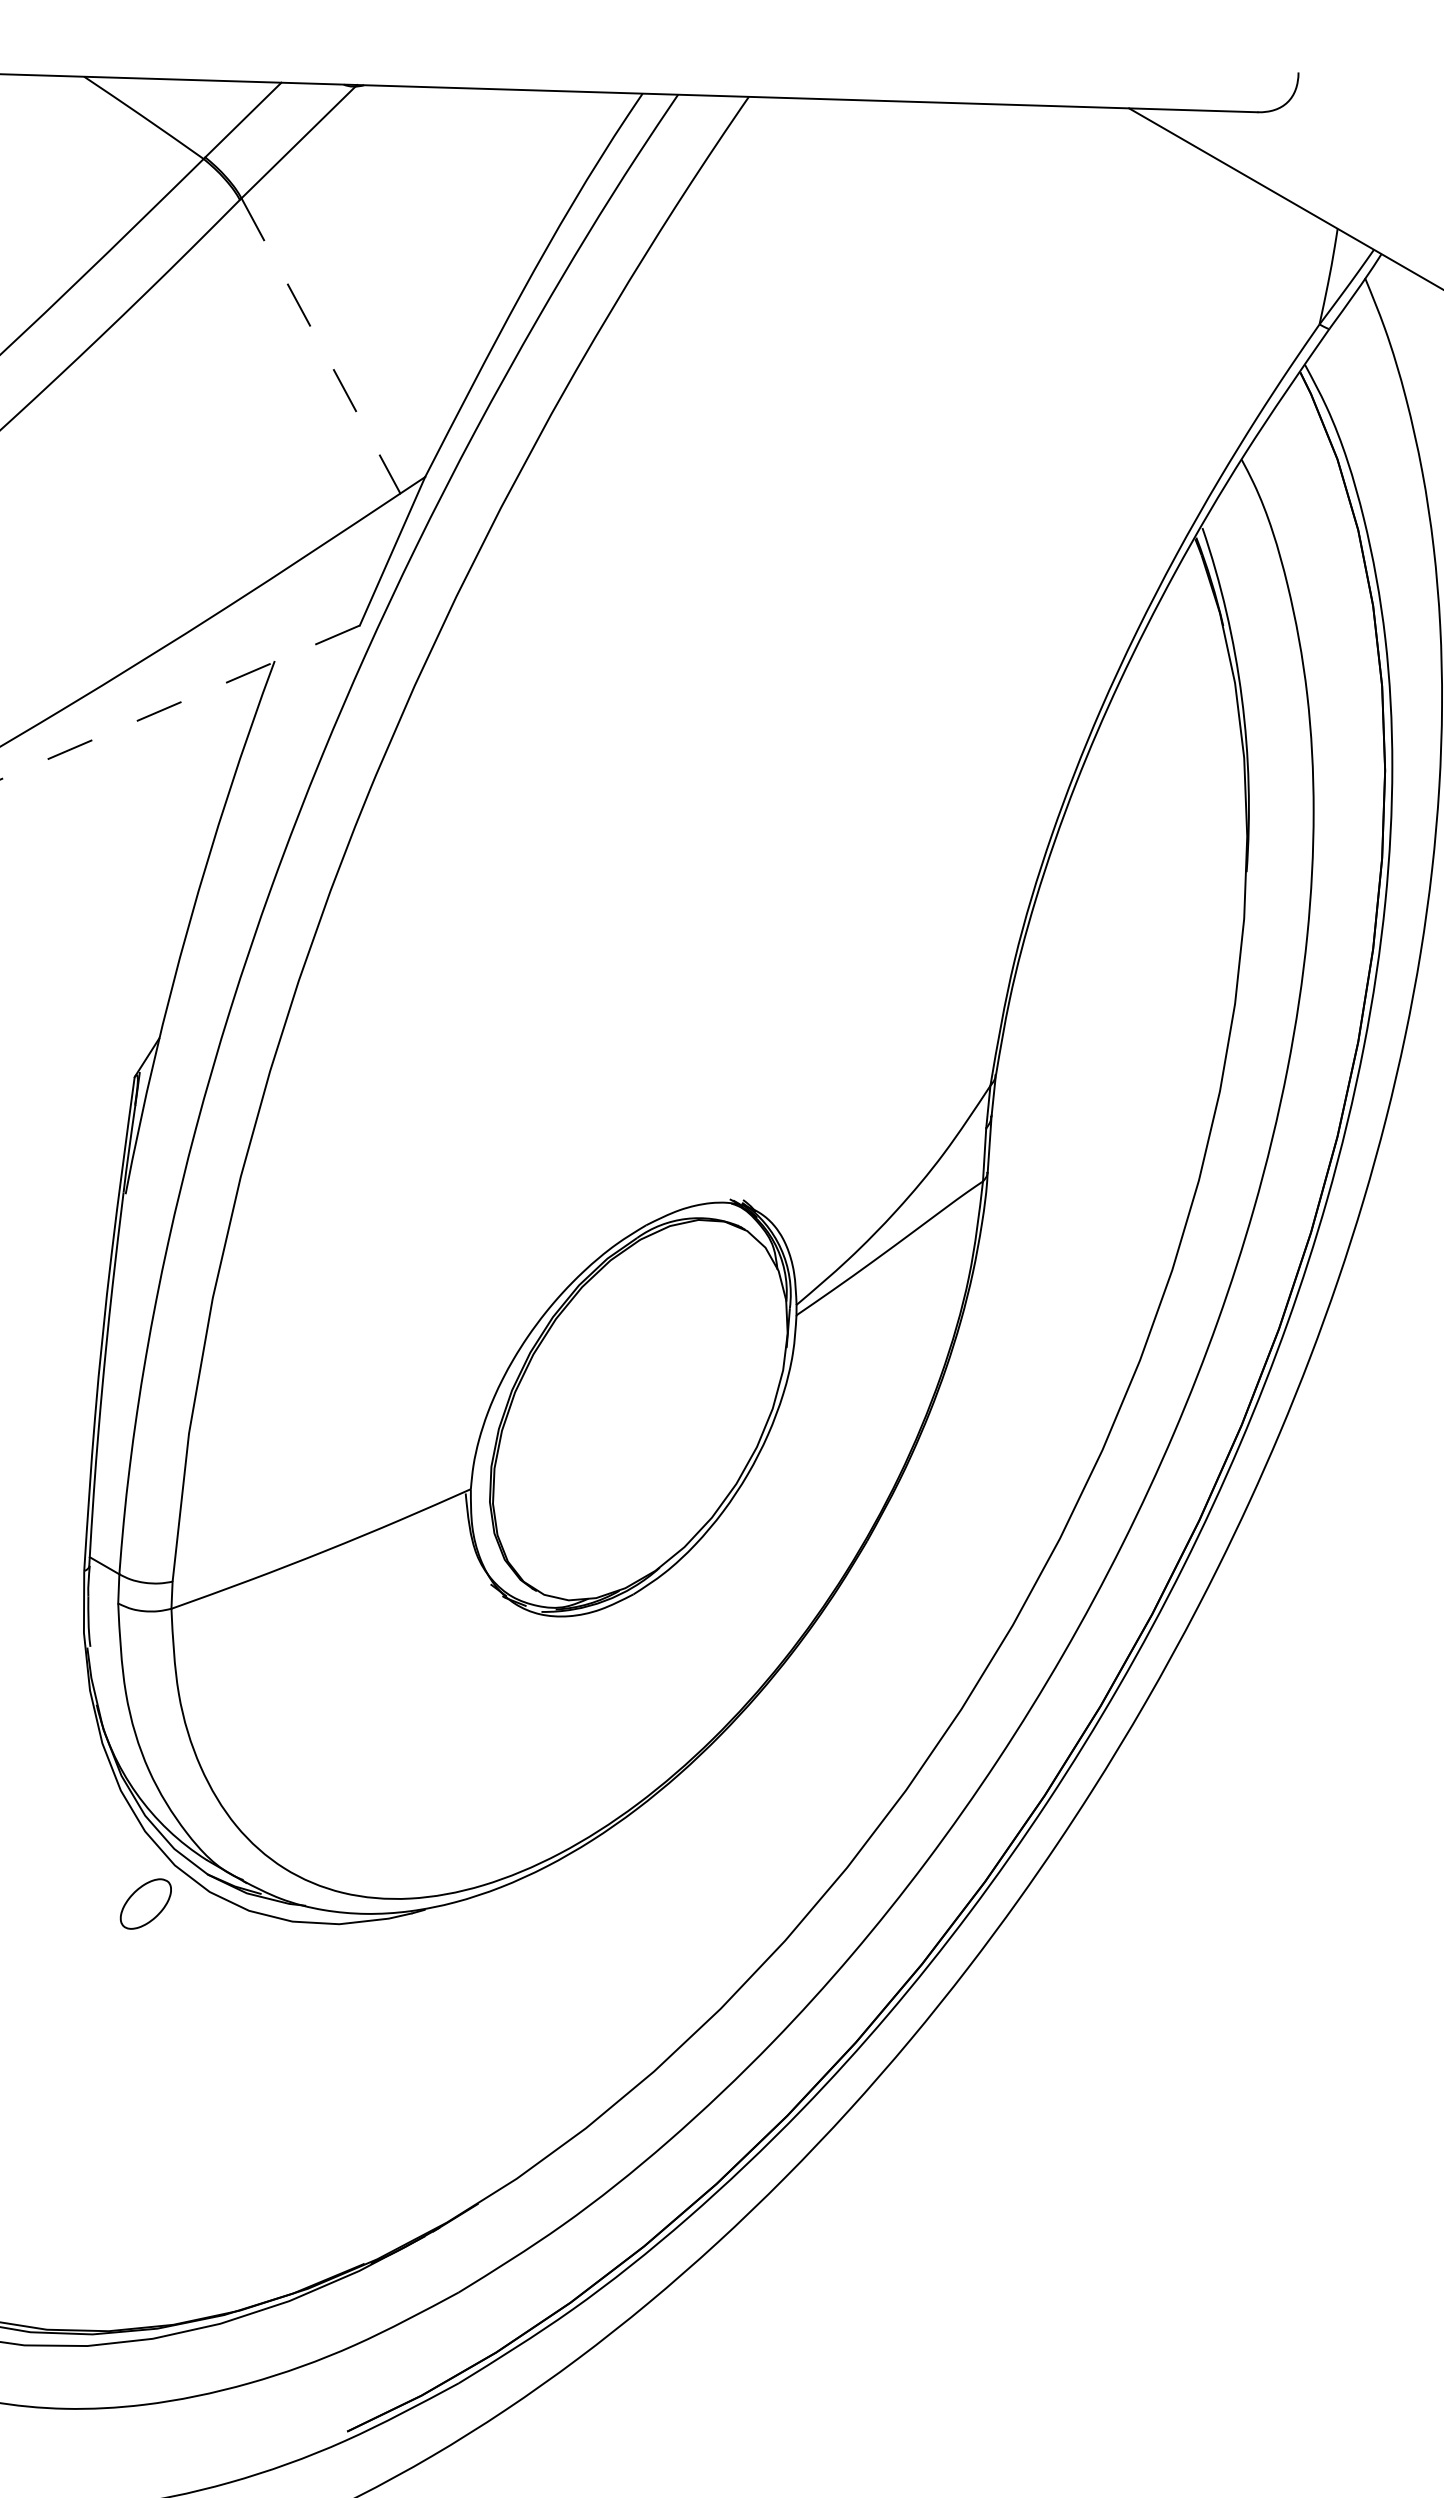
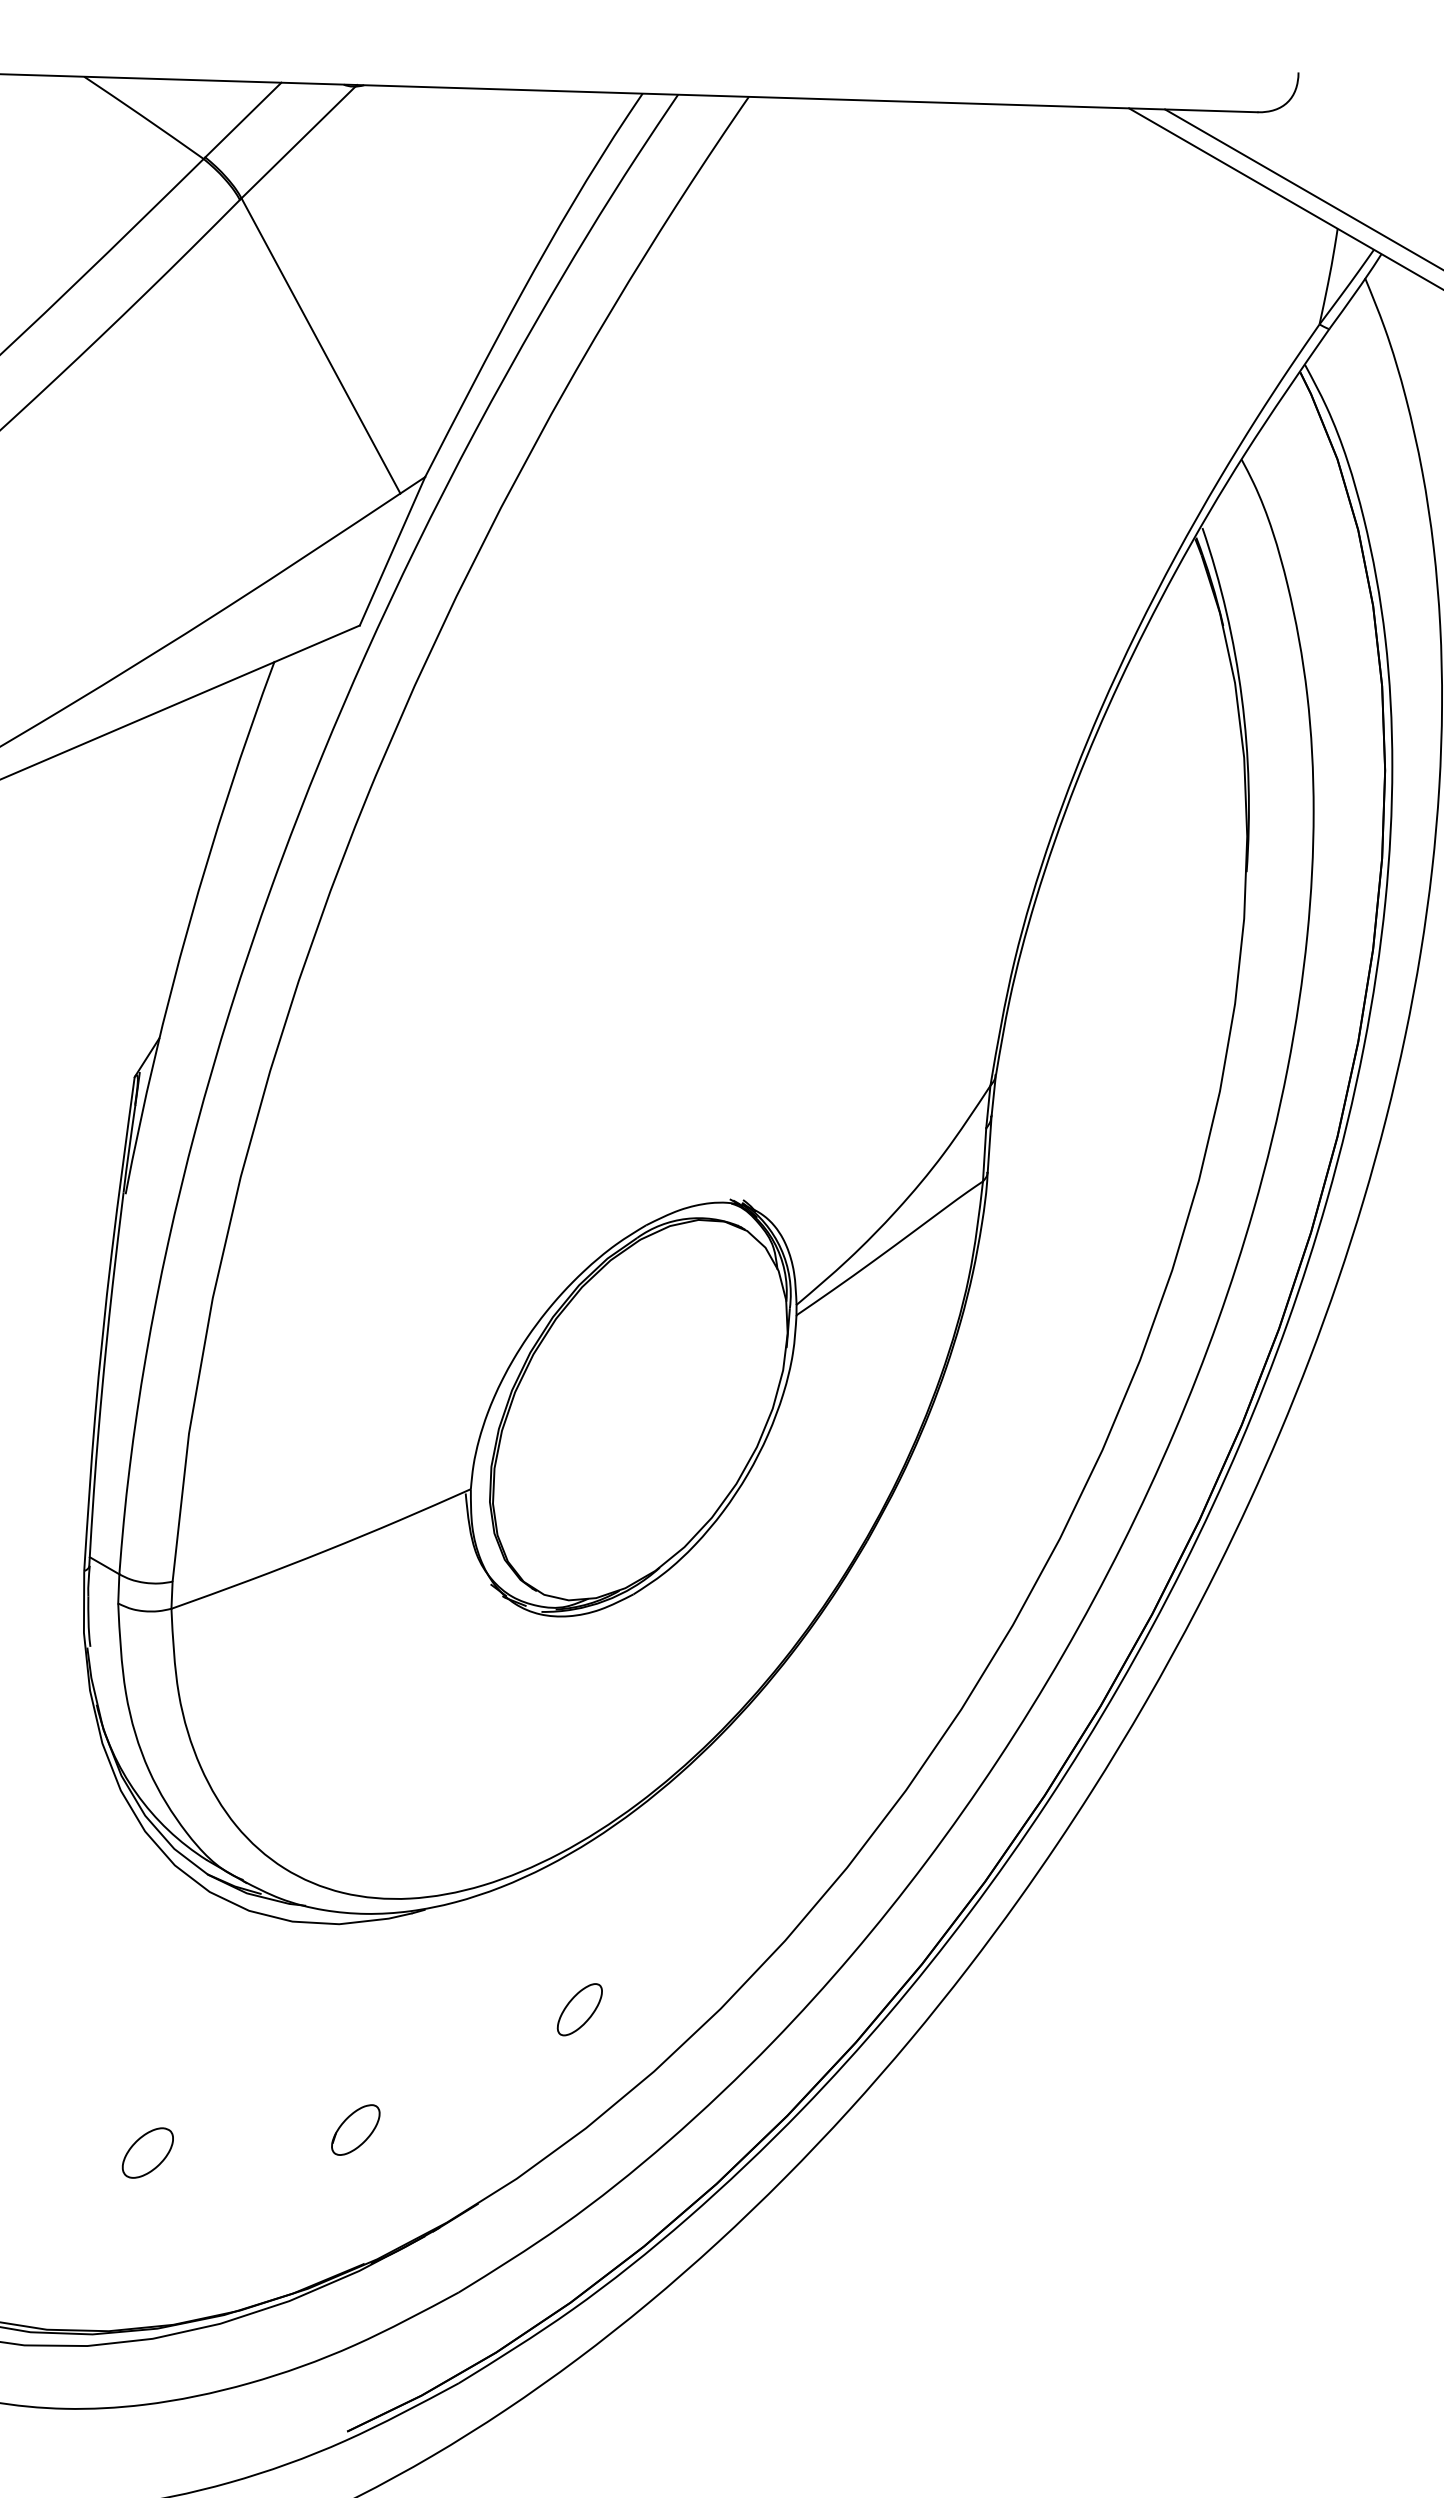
line at (1302, 188): none -> present
line at (320, 345): dashed -> solid
line at (179, 702): dashed -> solid
part at (145, 1903) position: (145, 1903) -> (147, 2152)
part at (579, 2009): none -> present
part at (355, 2129): none -> present
